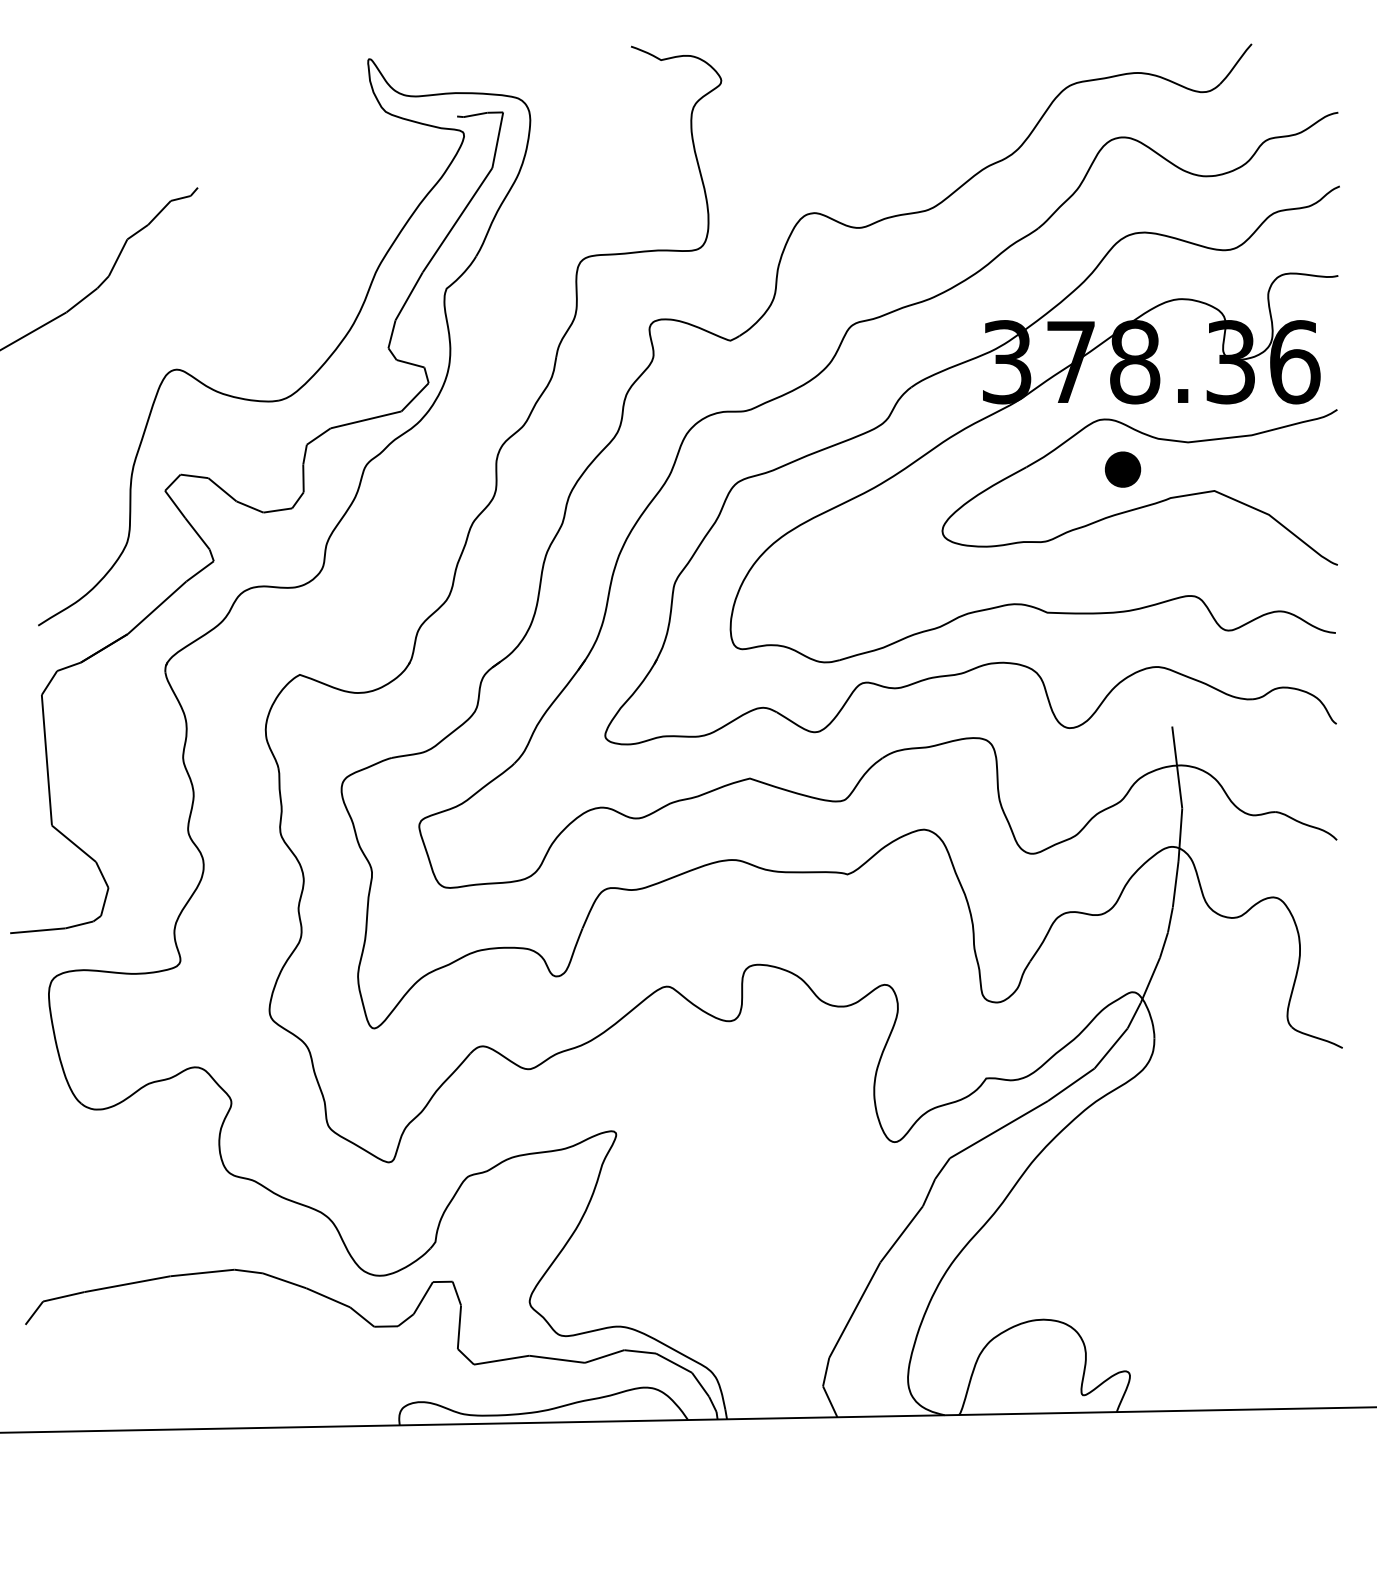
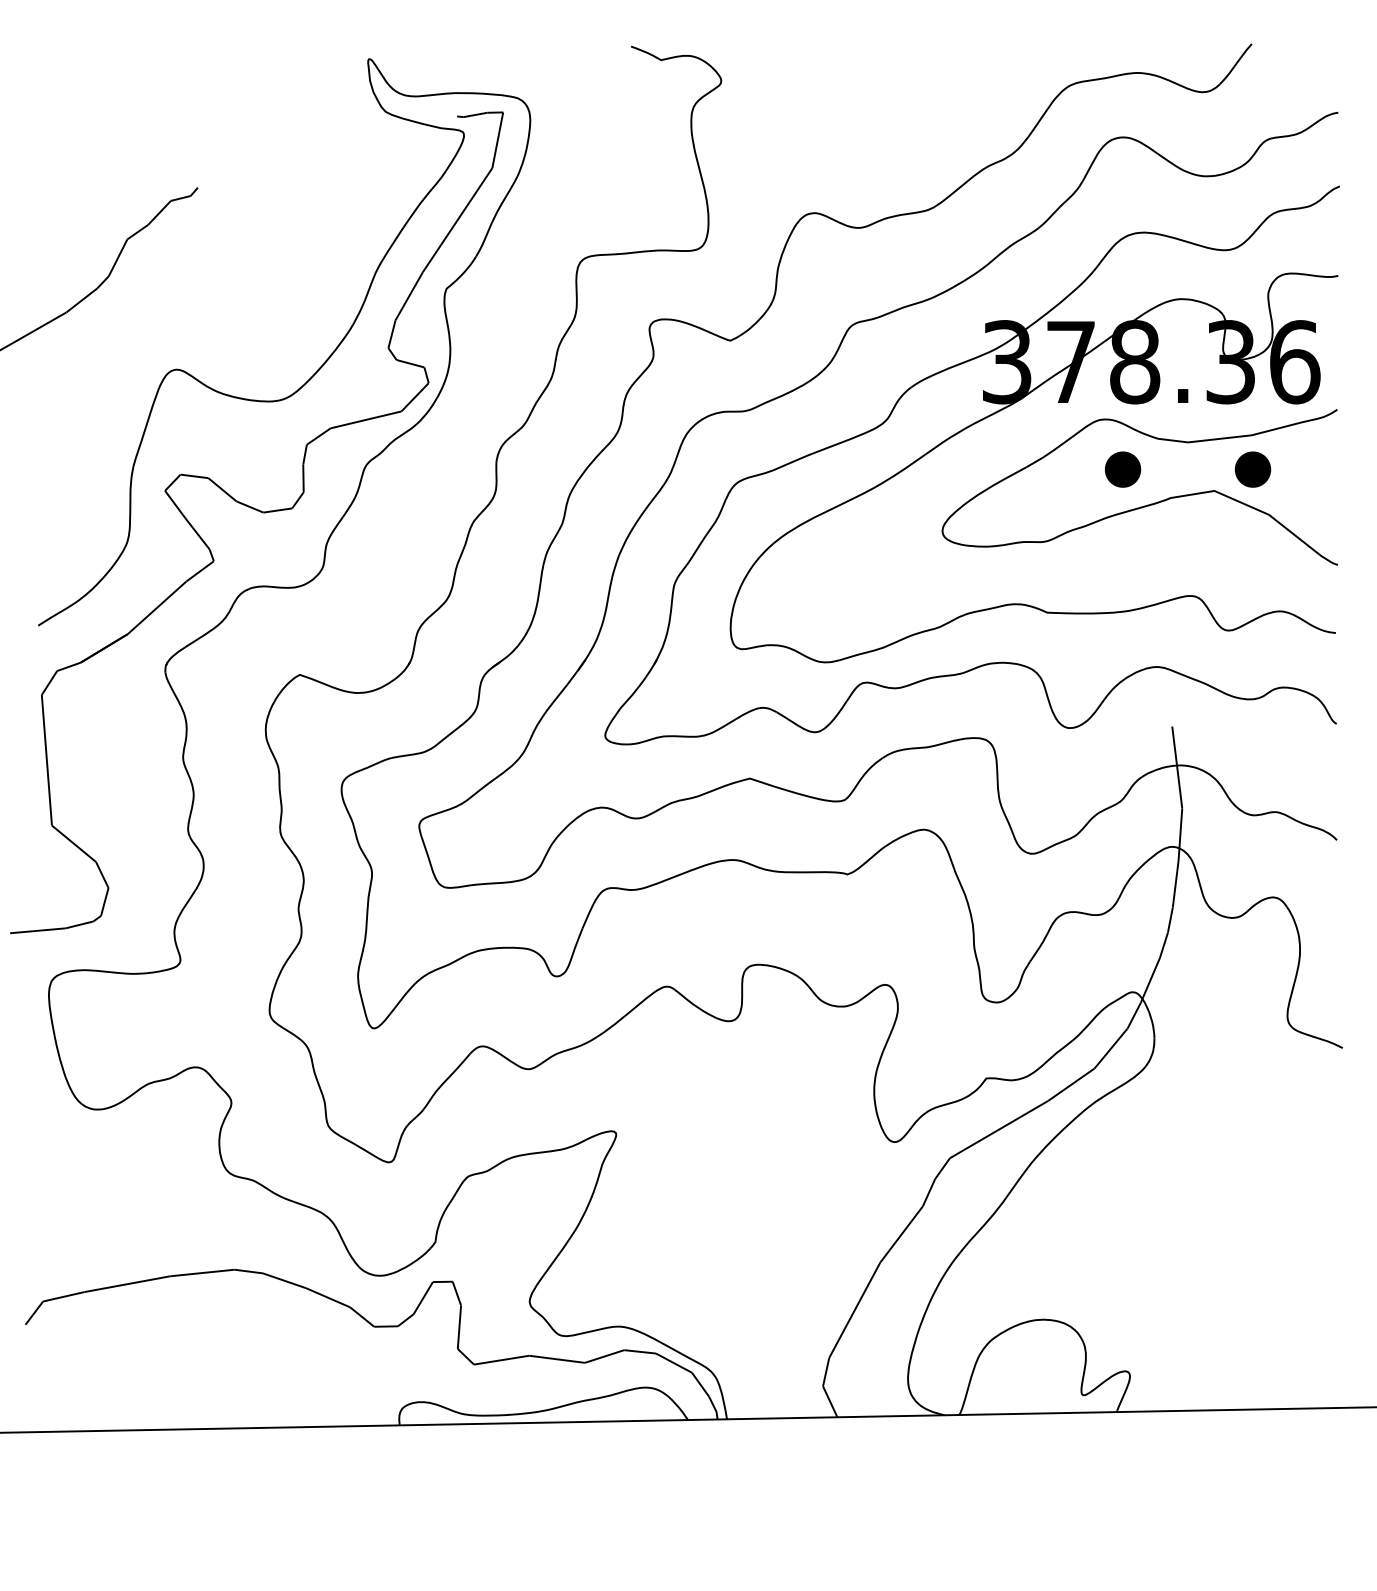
part at (1253, 469): none -> present
